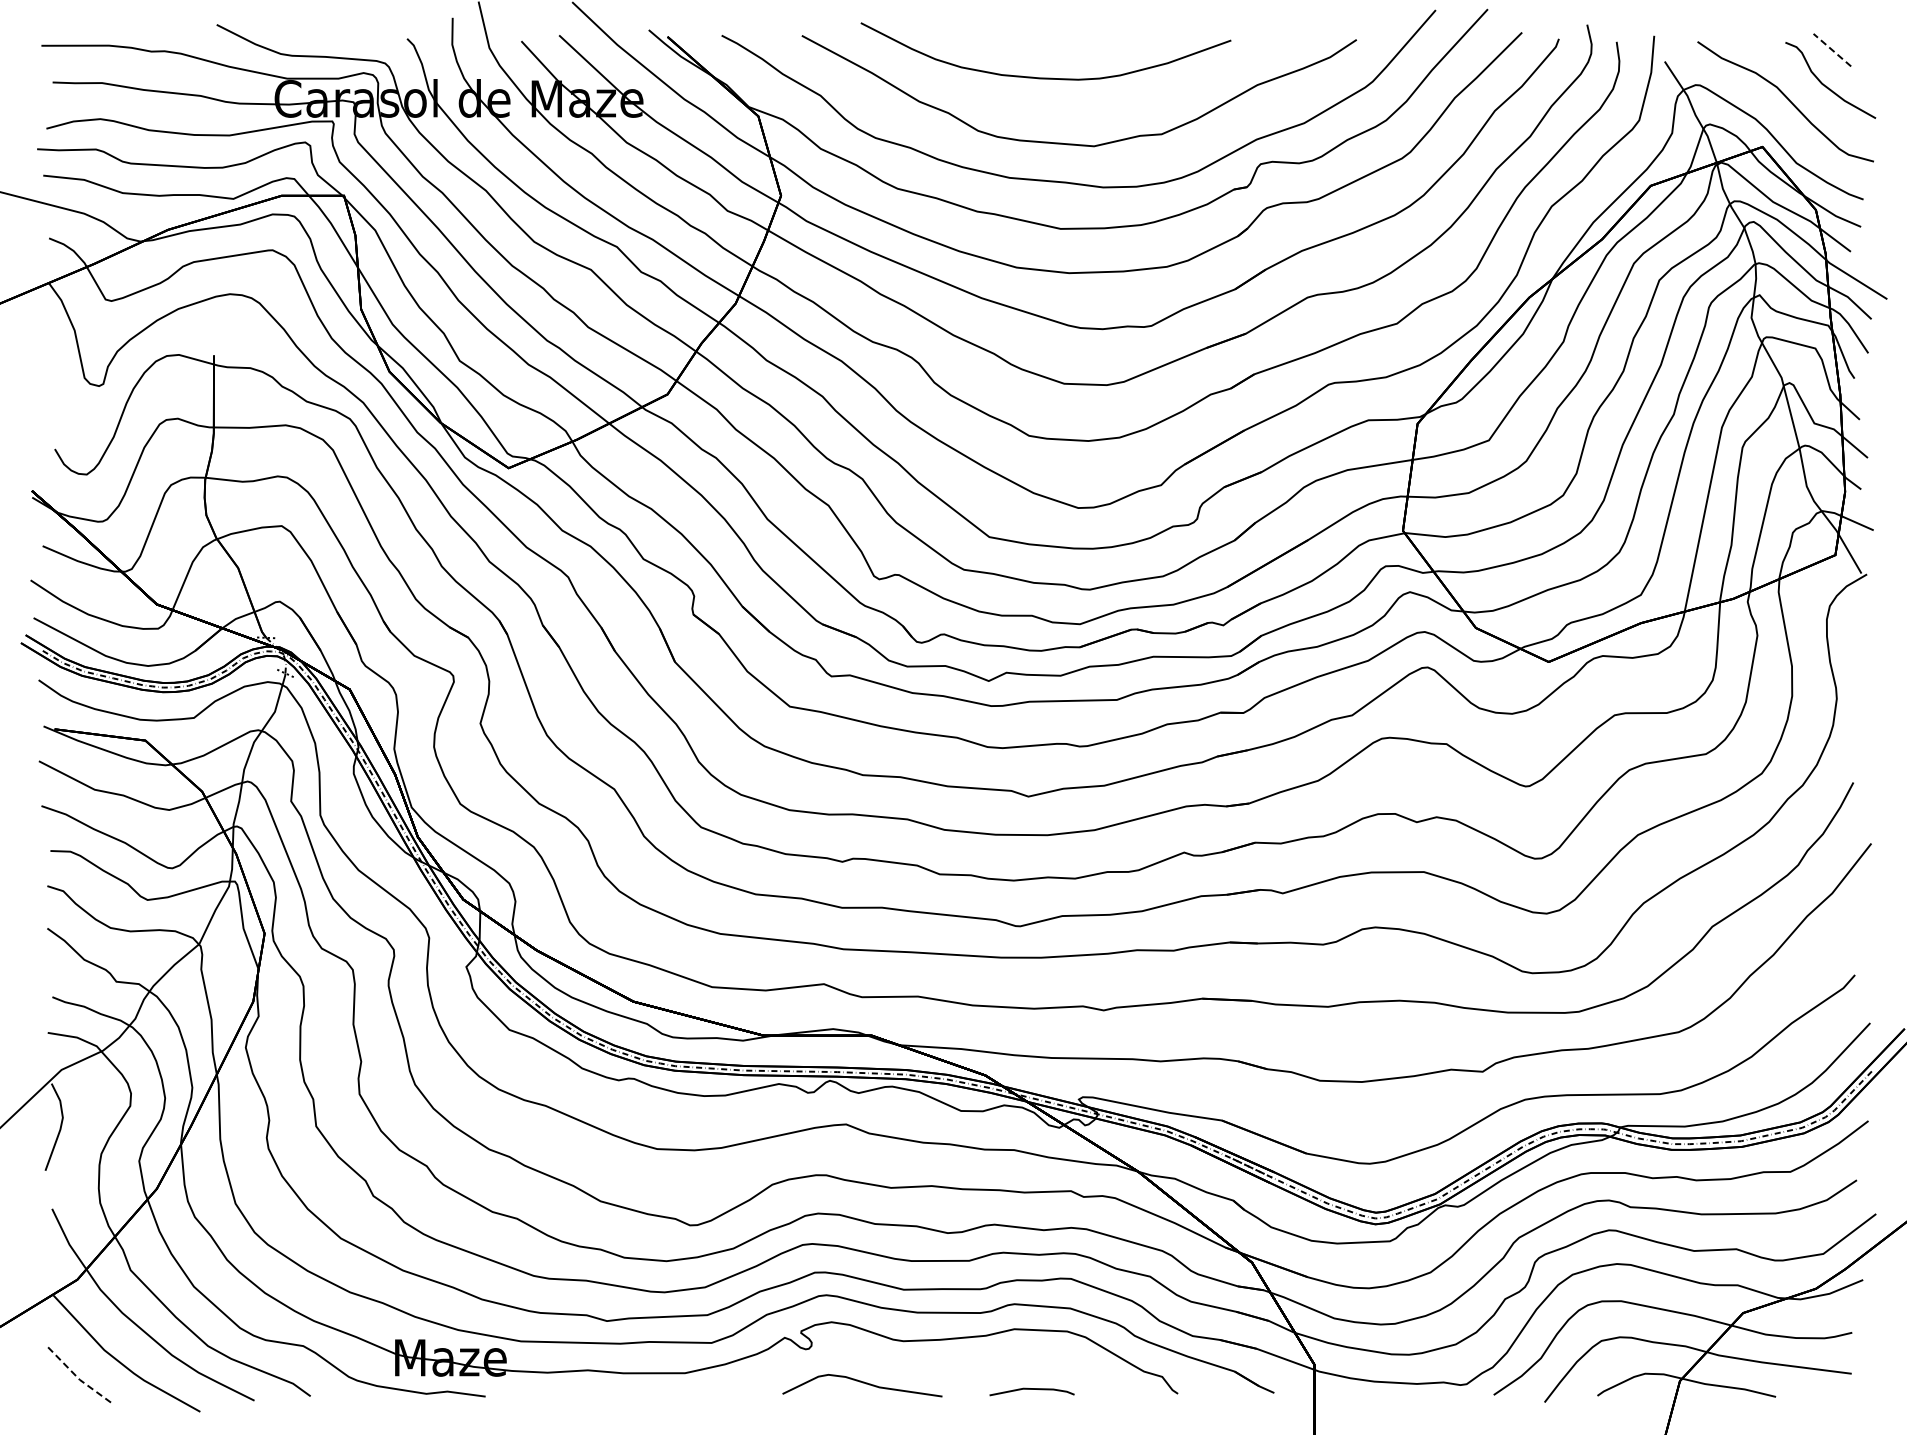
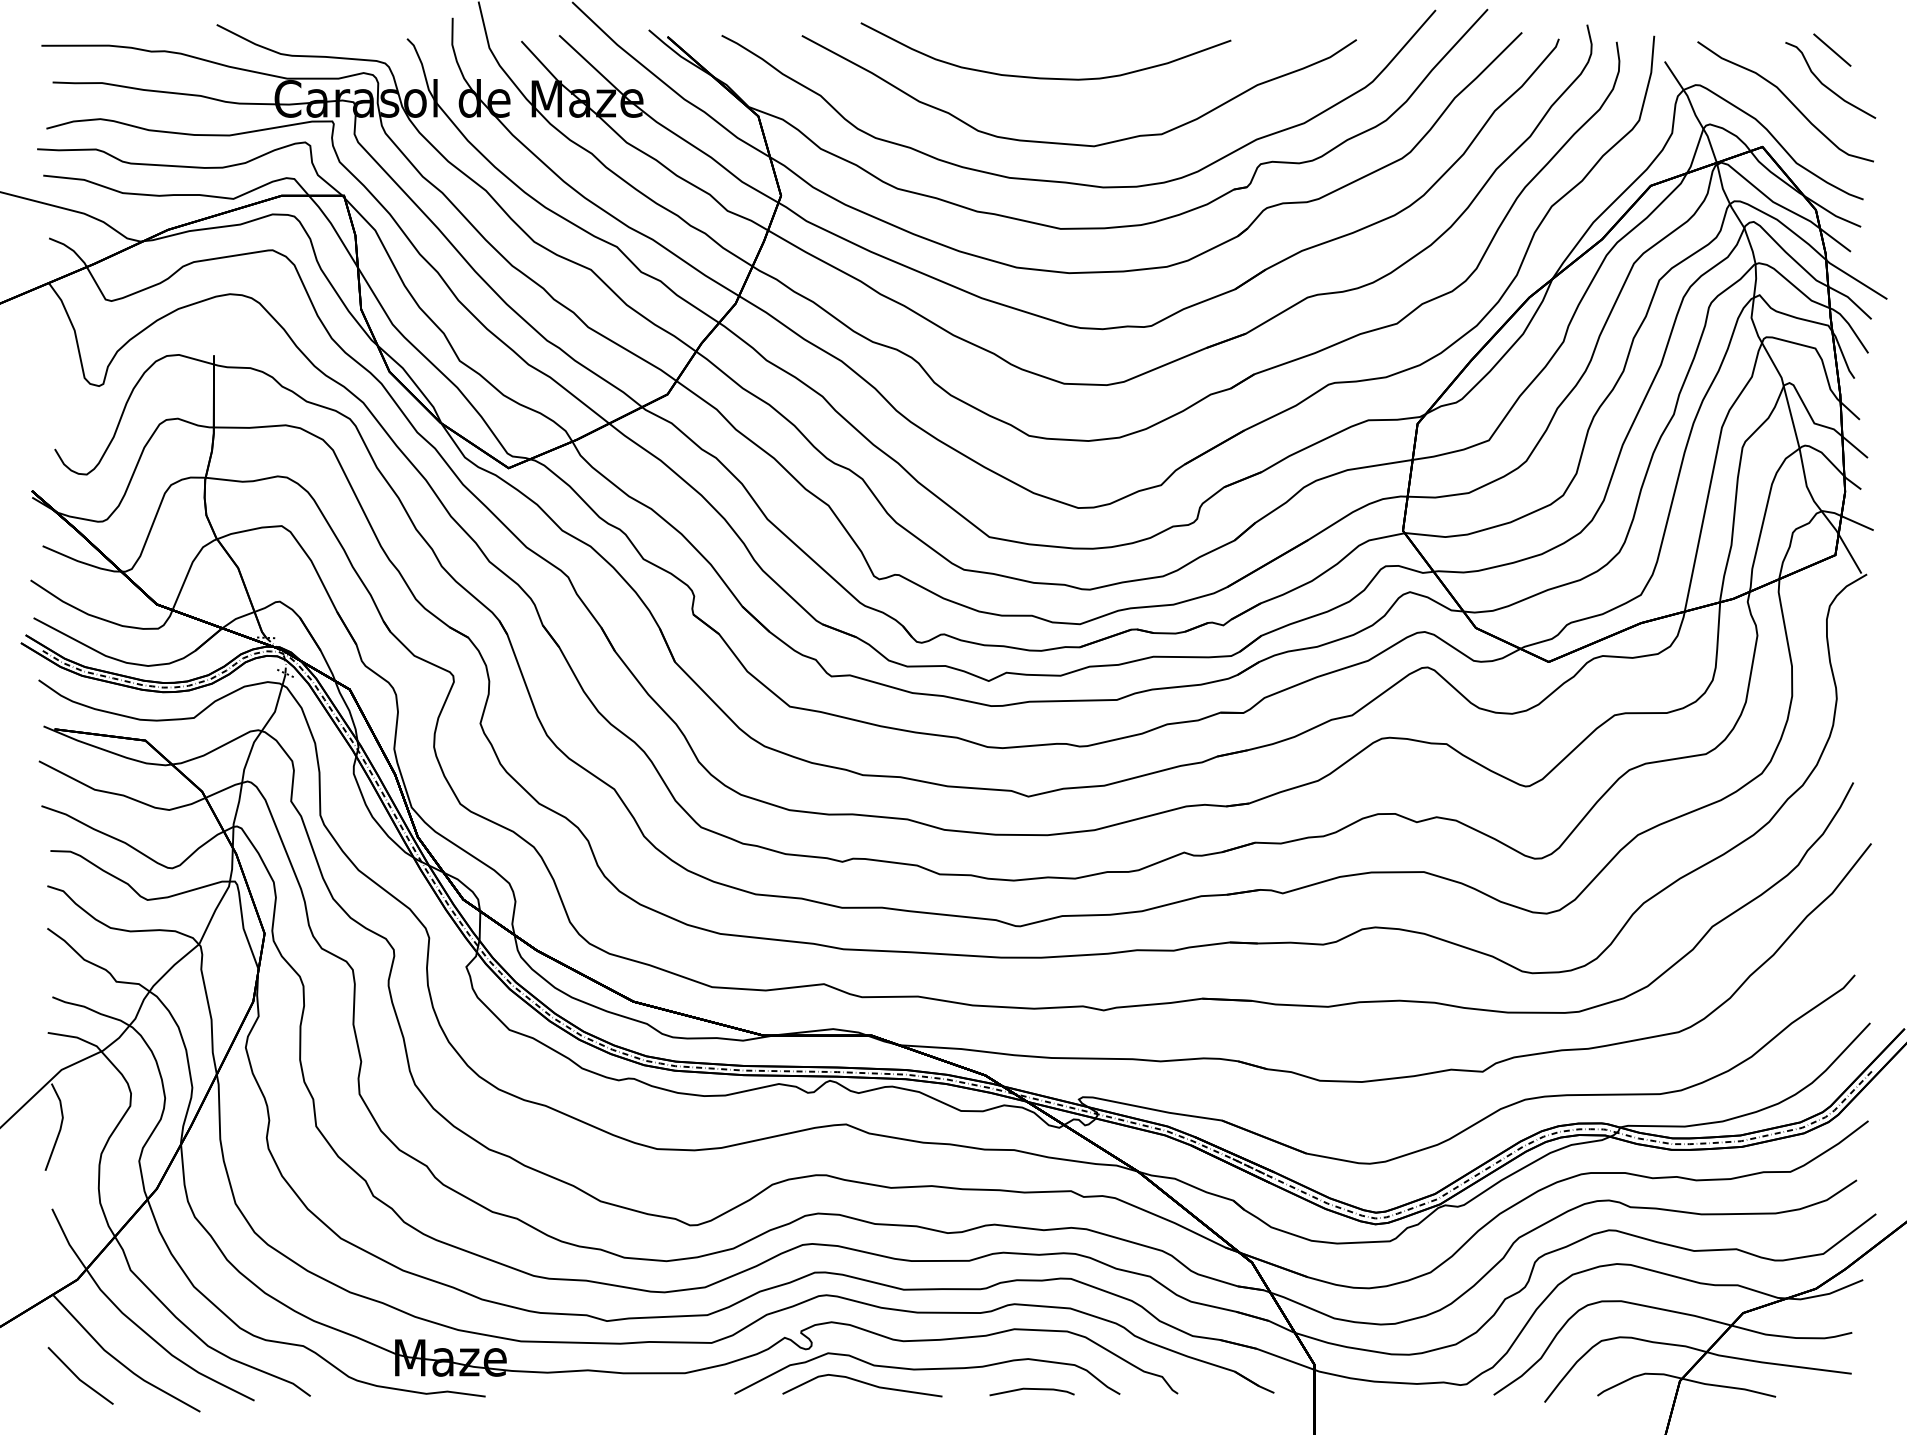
line at (1832, 50): dashed -> solid
curve at (927, 1370): none -> present
line at (79, 1379): dashed -> solid
